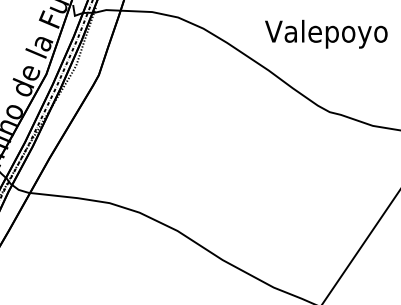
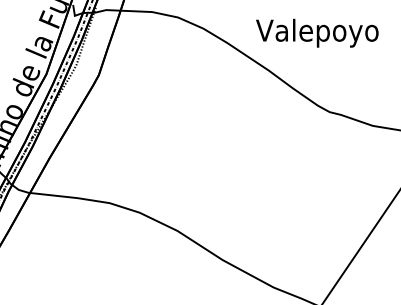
text at (326, 33) position: (326, 33) -> (317, 32)
